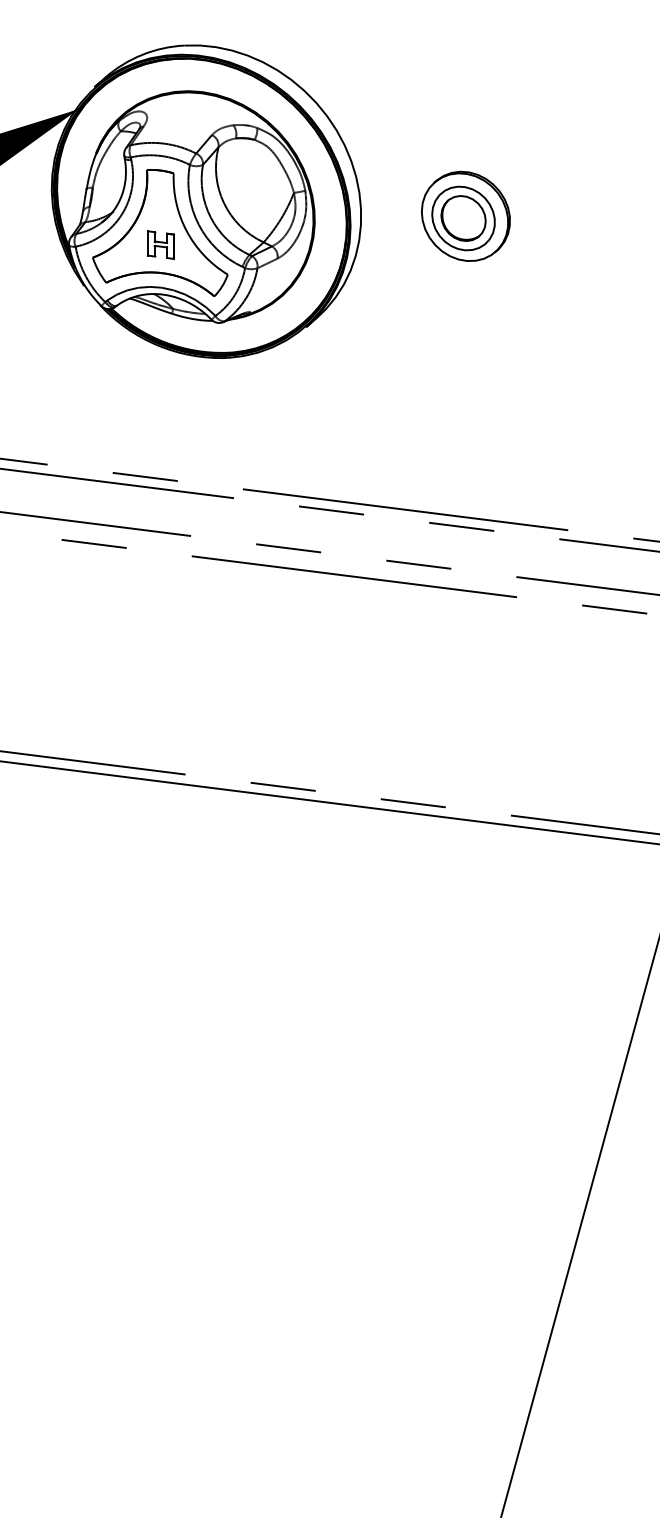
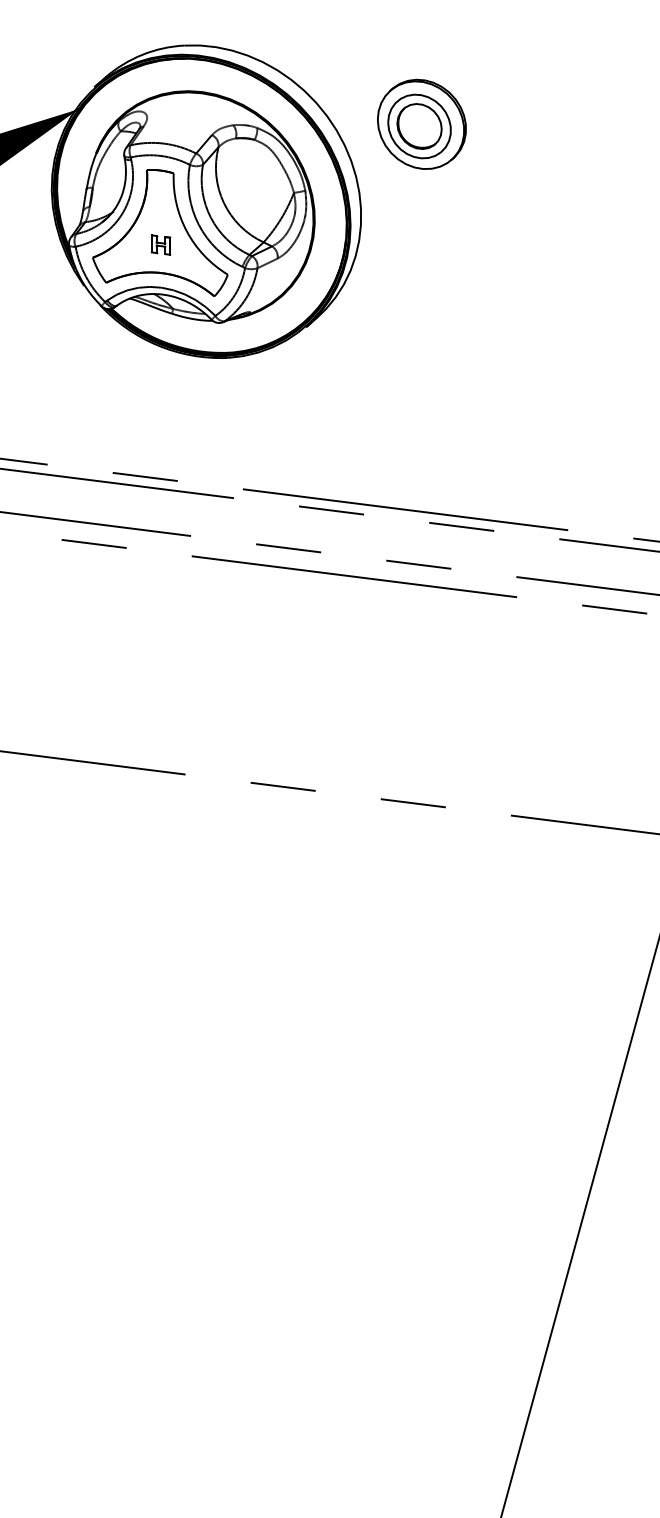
part at (465, 215) position: (465, 215) -> (421, 123)
part at (160, 244) size: 28x30 px -> 22x22 px
line at (329, 802): present -> none
